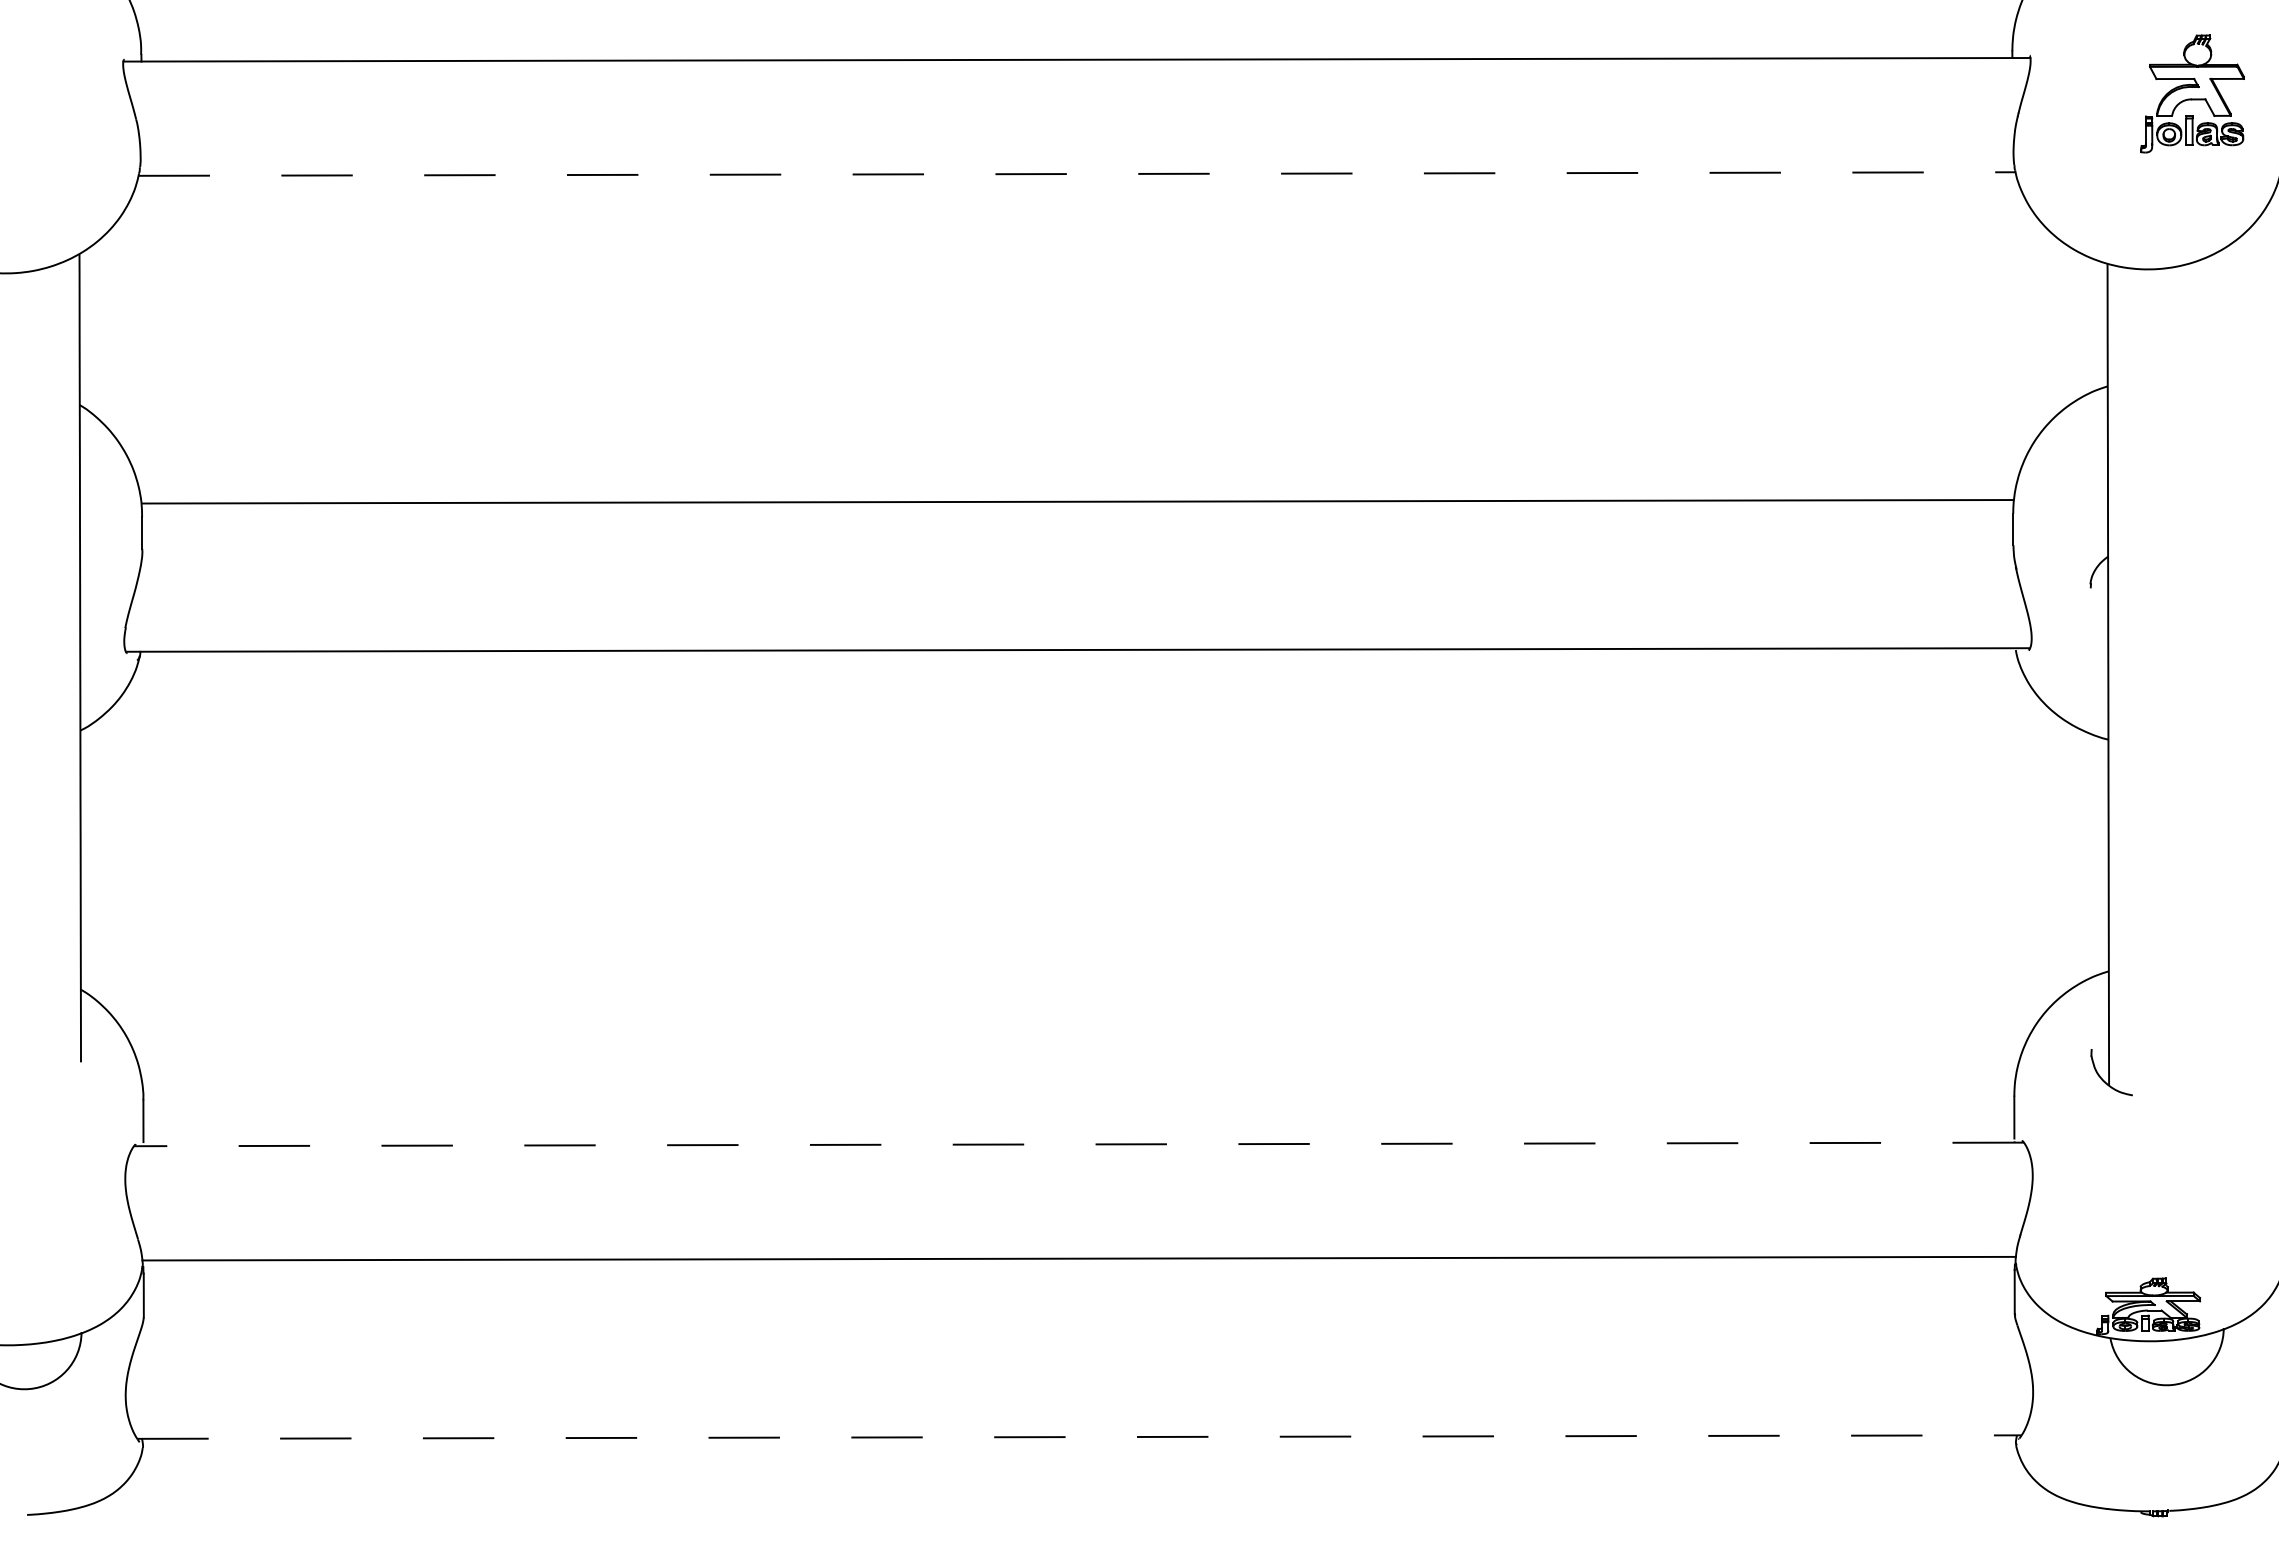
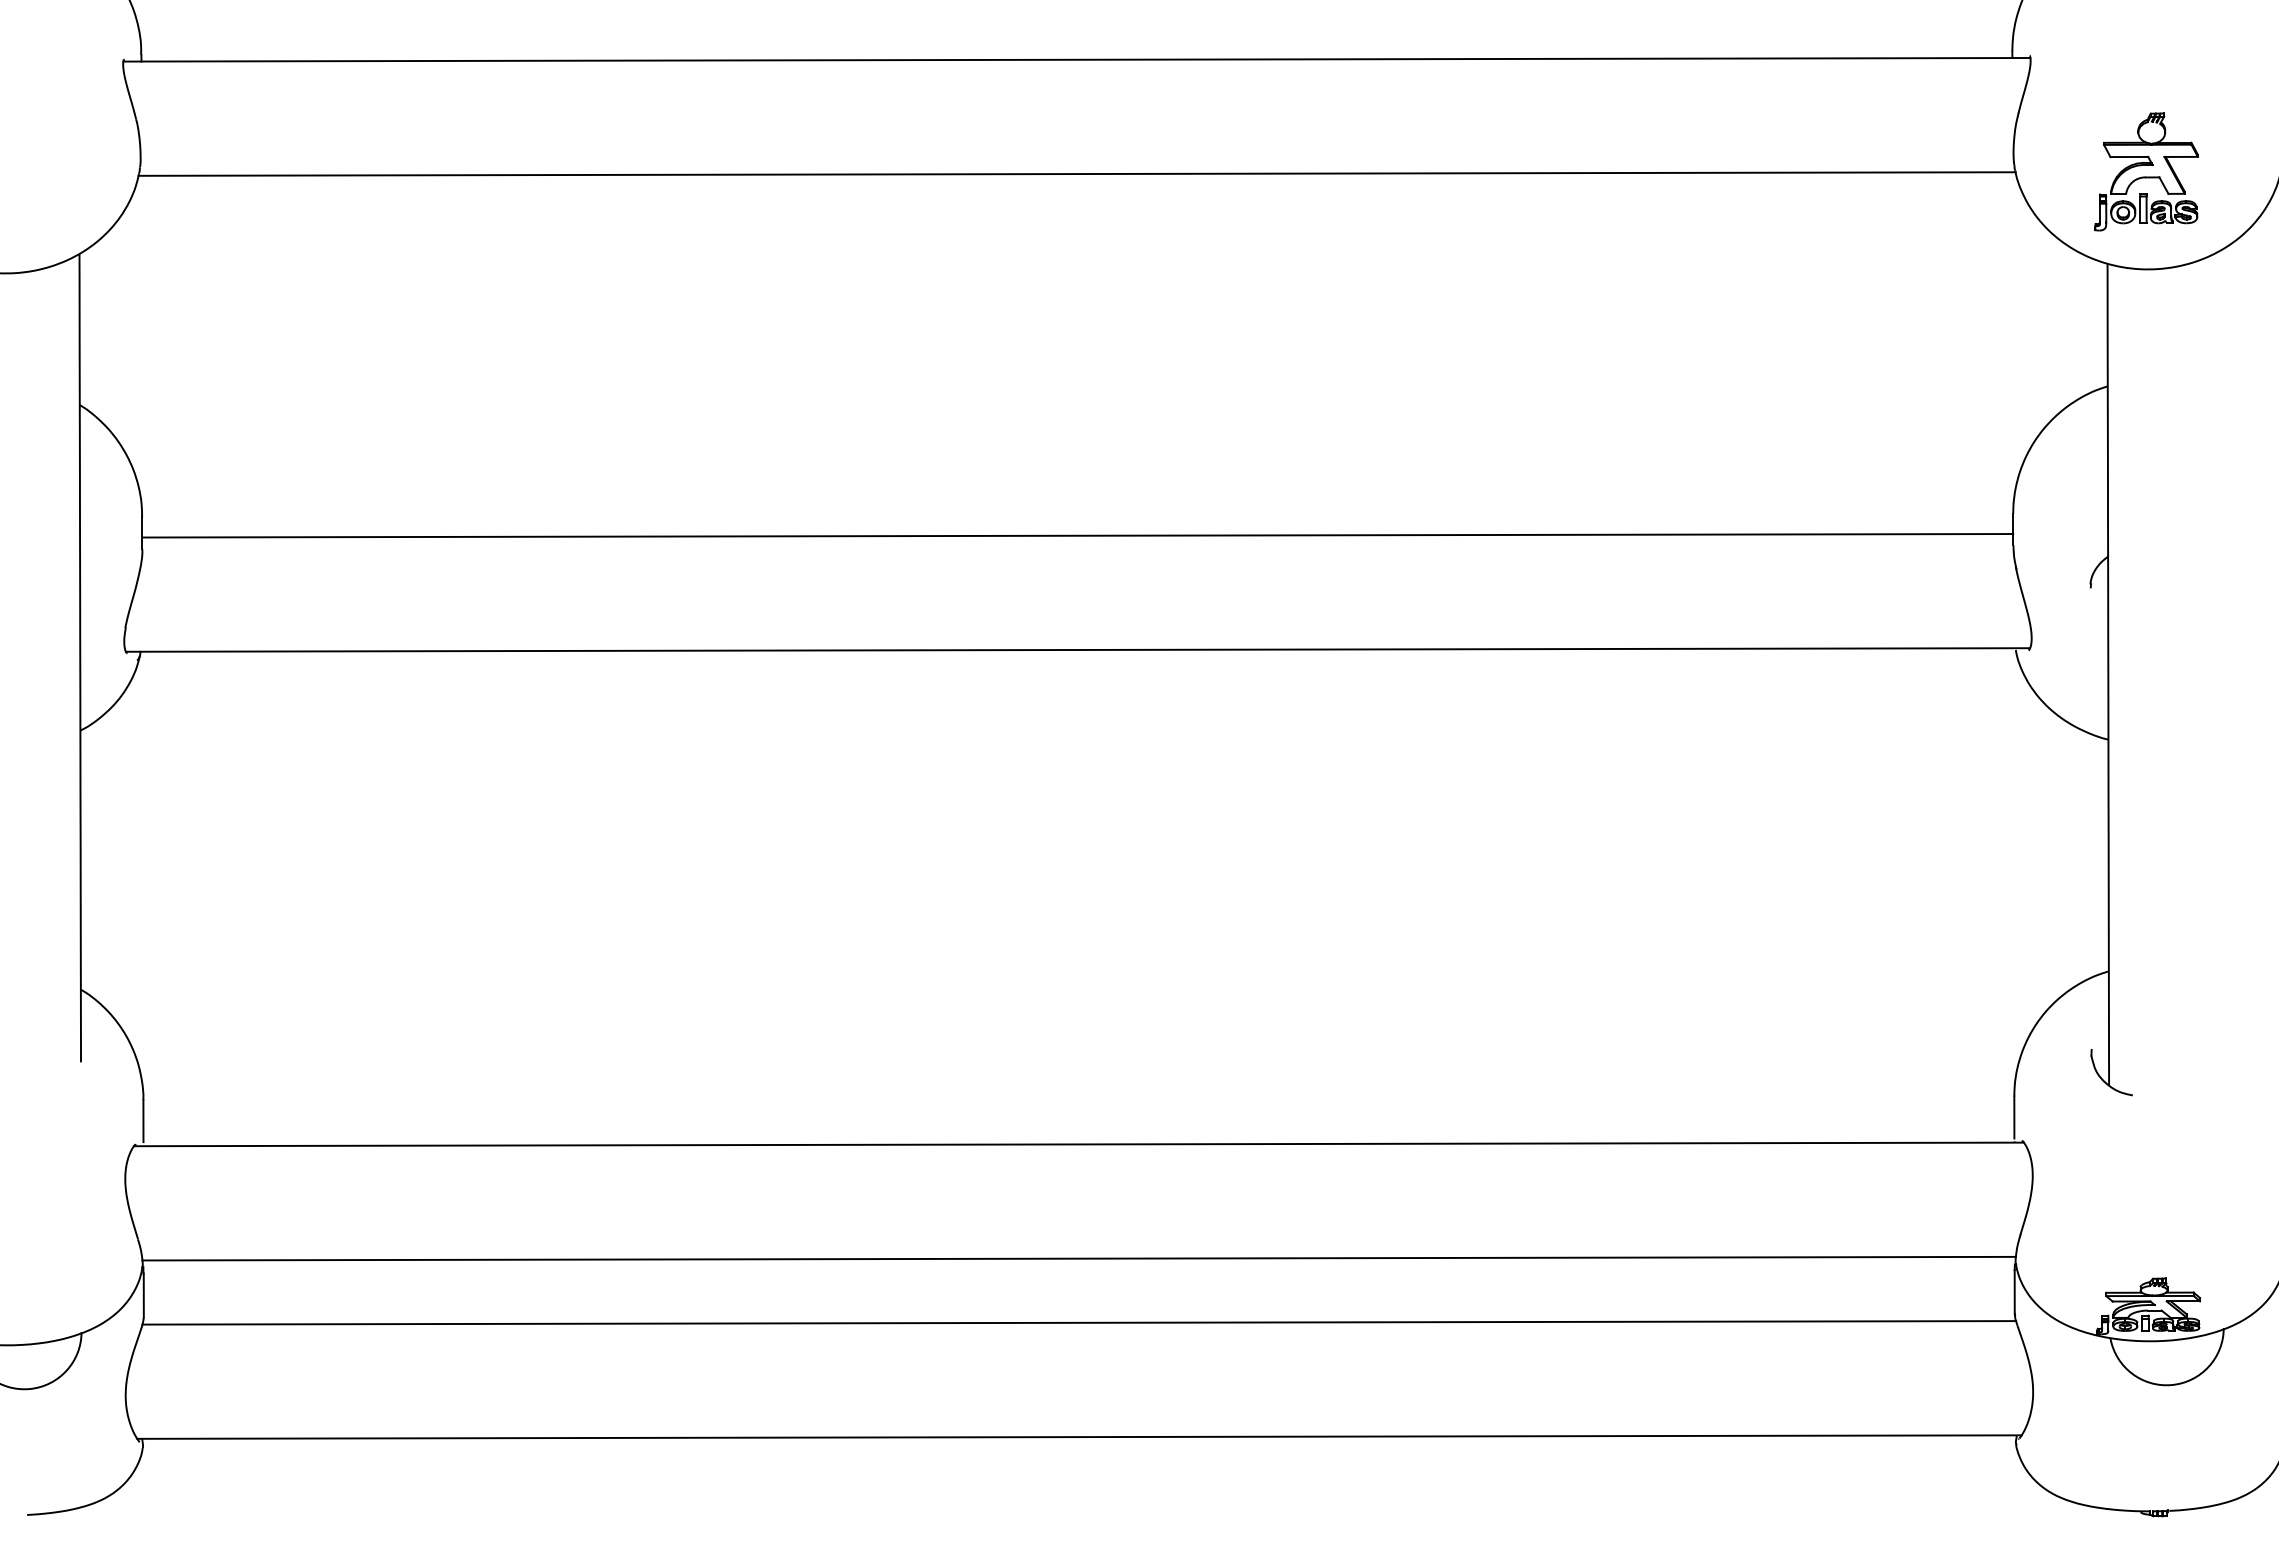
part at (2192, 93) position: (2192, 93) -> (2146, 171)
line at (1077, 174): dashed -> solid
line at (1077, 501) position: (1077, 501) -> (1077, 535)
line at (1078, 1144): dashed -> solid
line at (1079, 1322): none -> present
line at (1079, 1437): dashed -> solid
